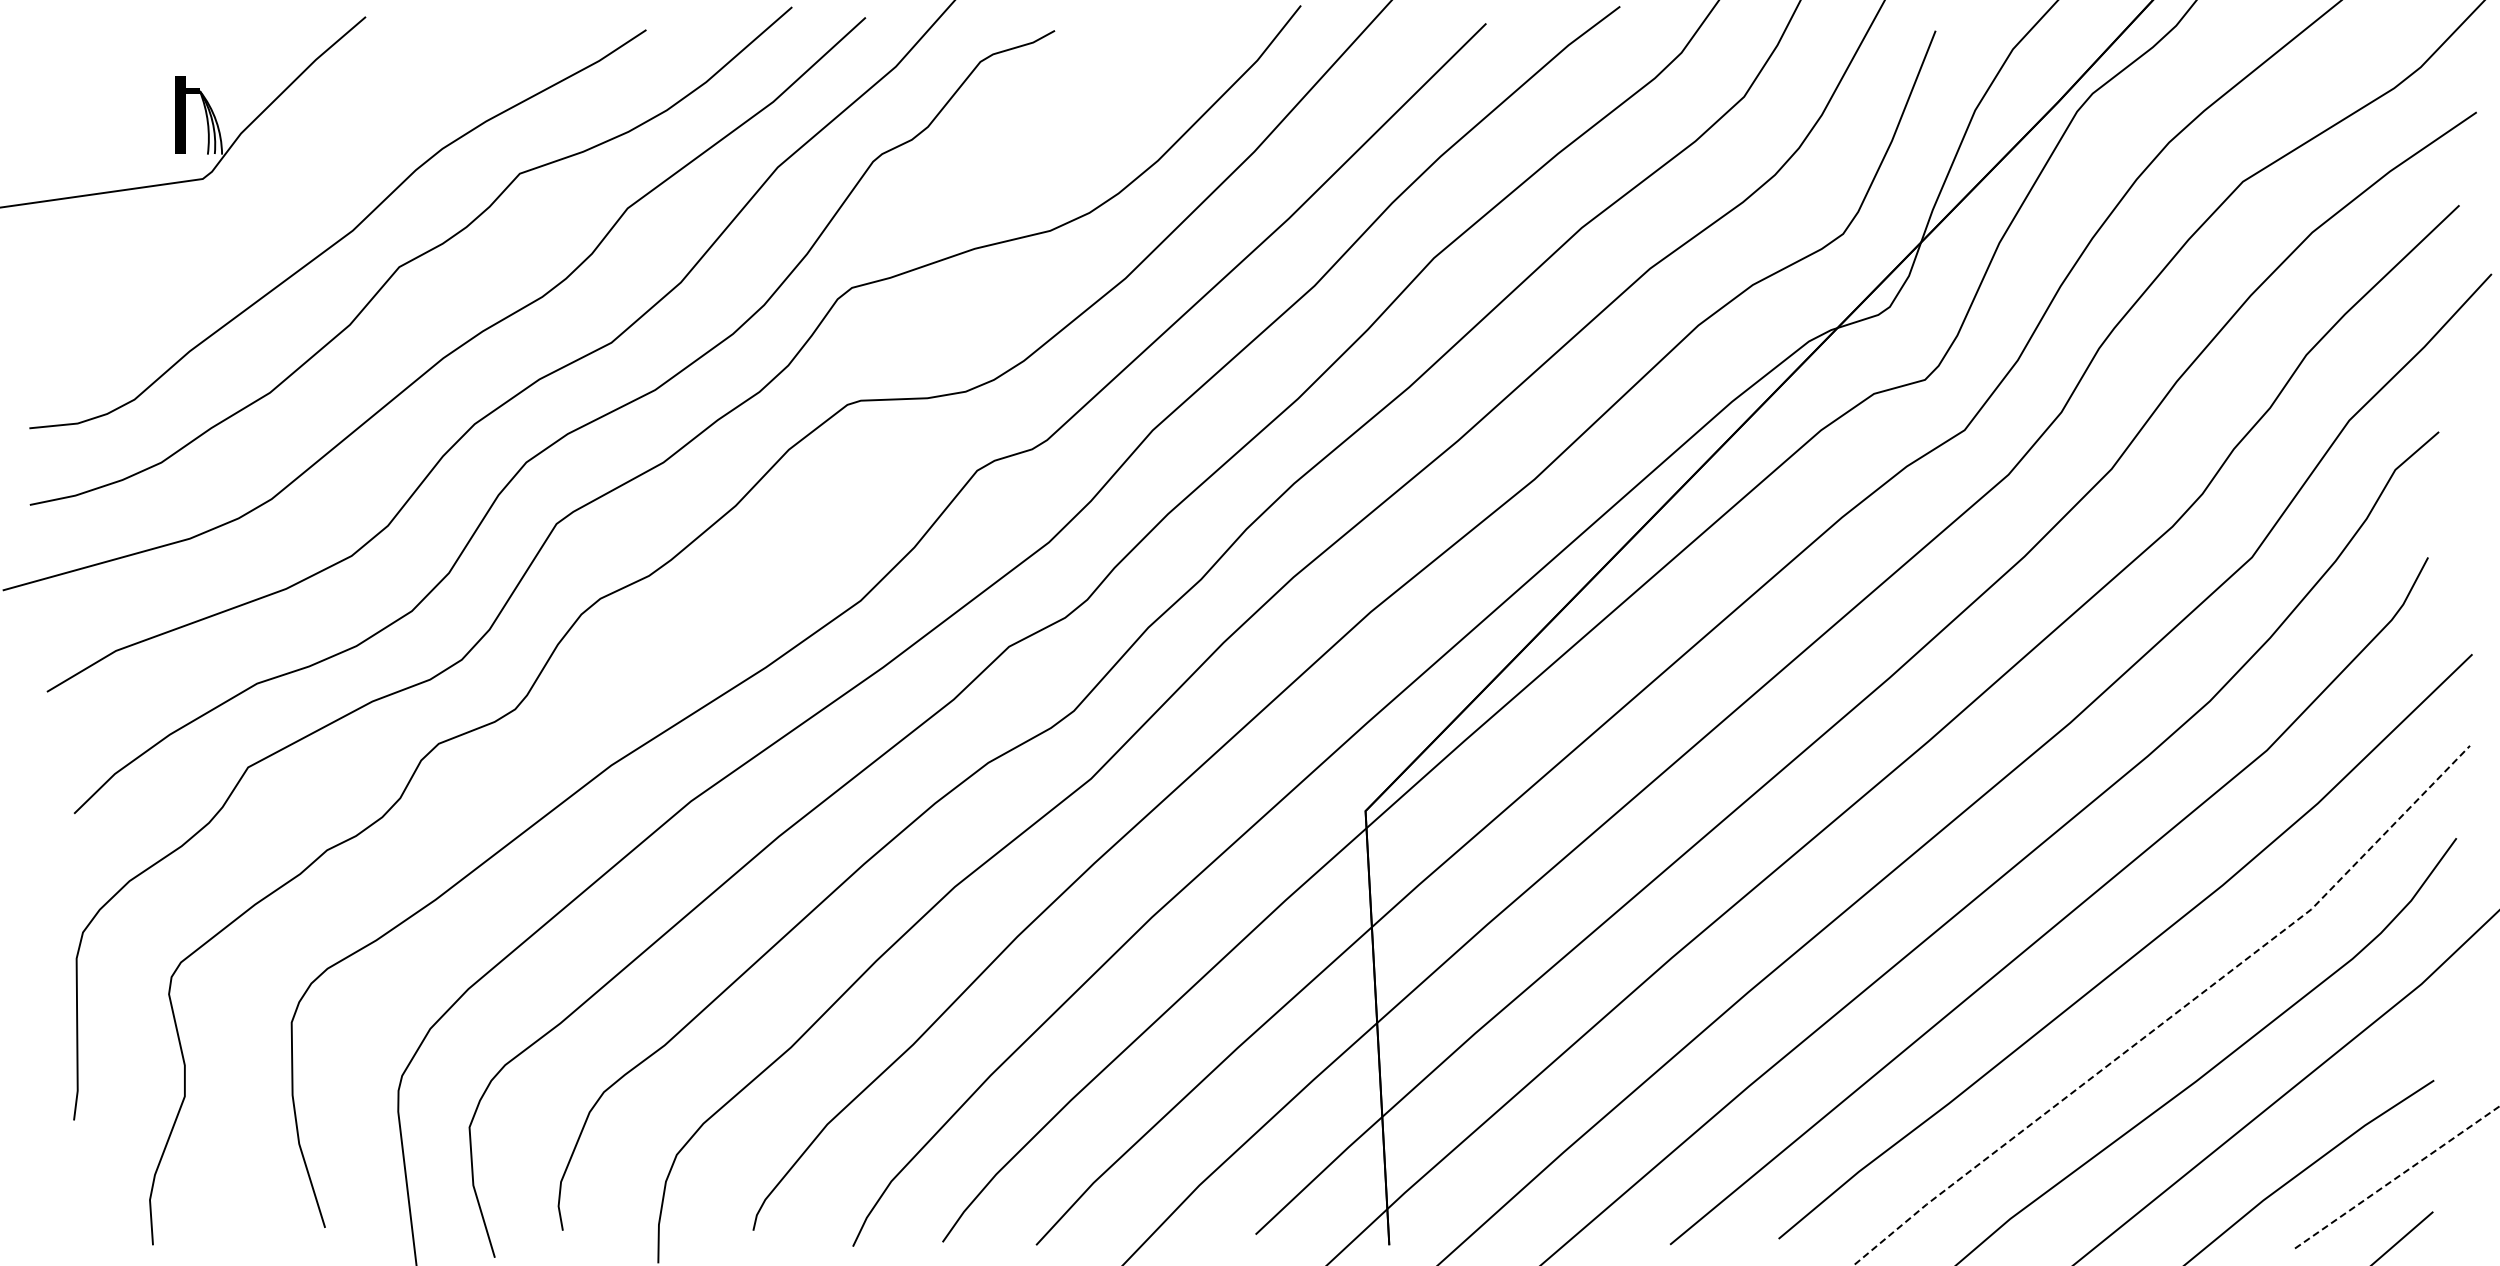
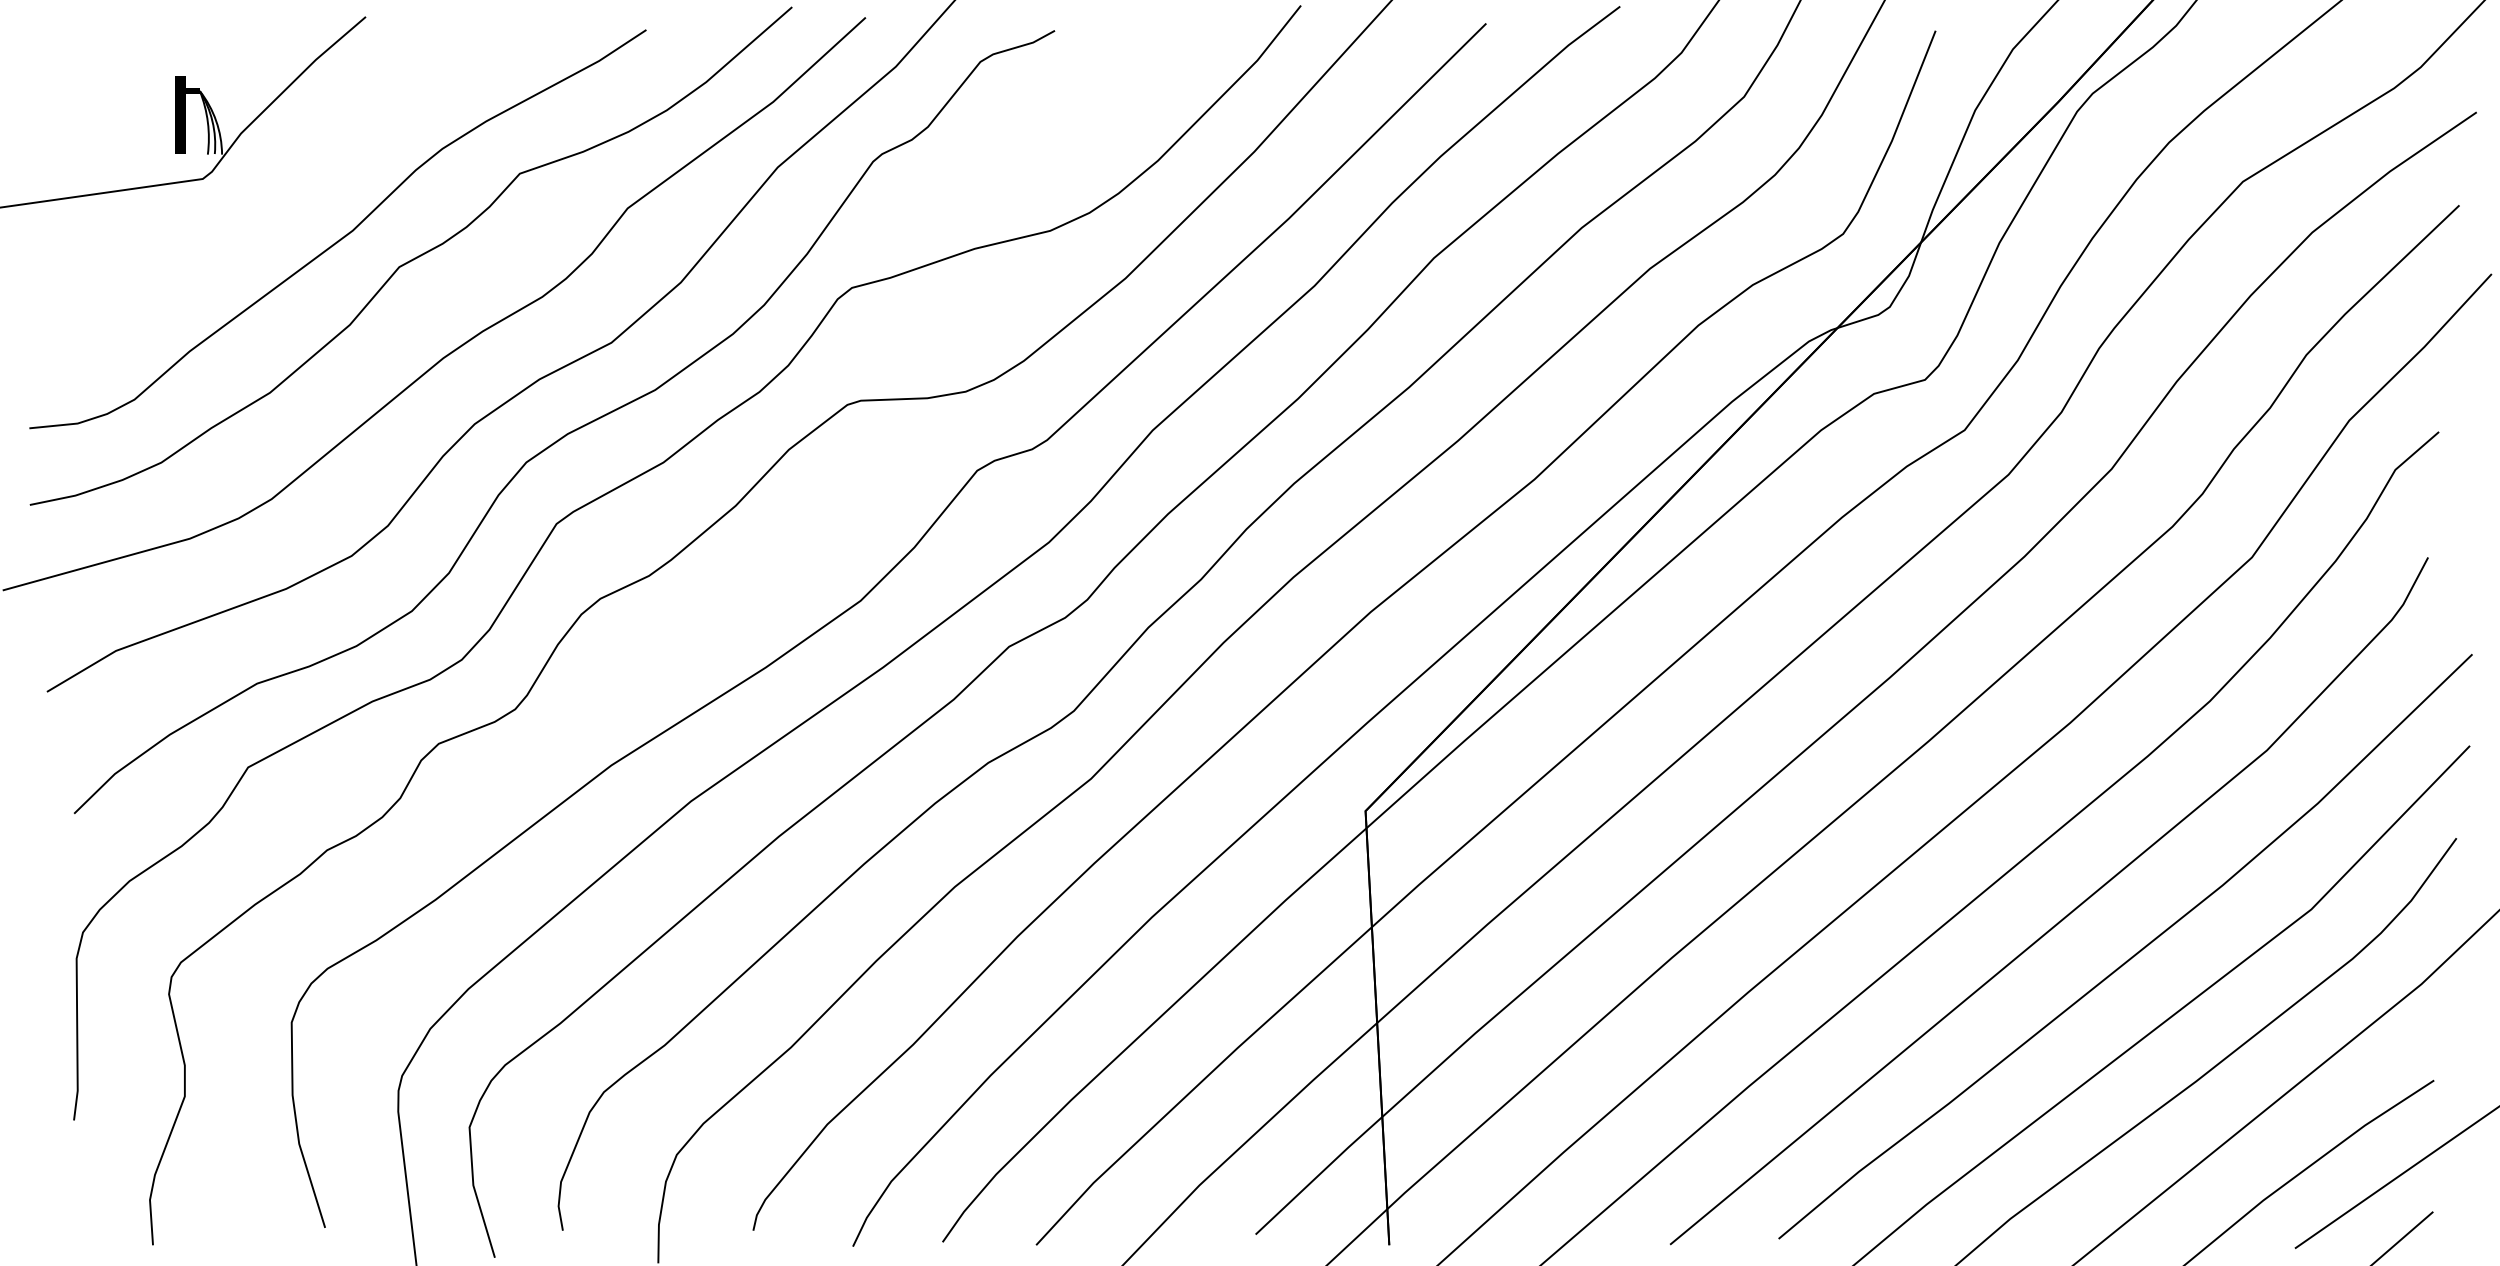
line at (2171, 1016): dashed -> solid
line at (2397, 1177): dashed -> solid
